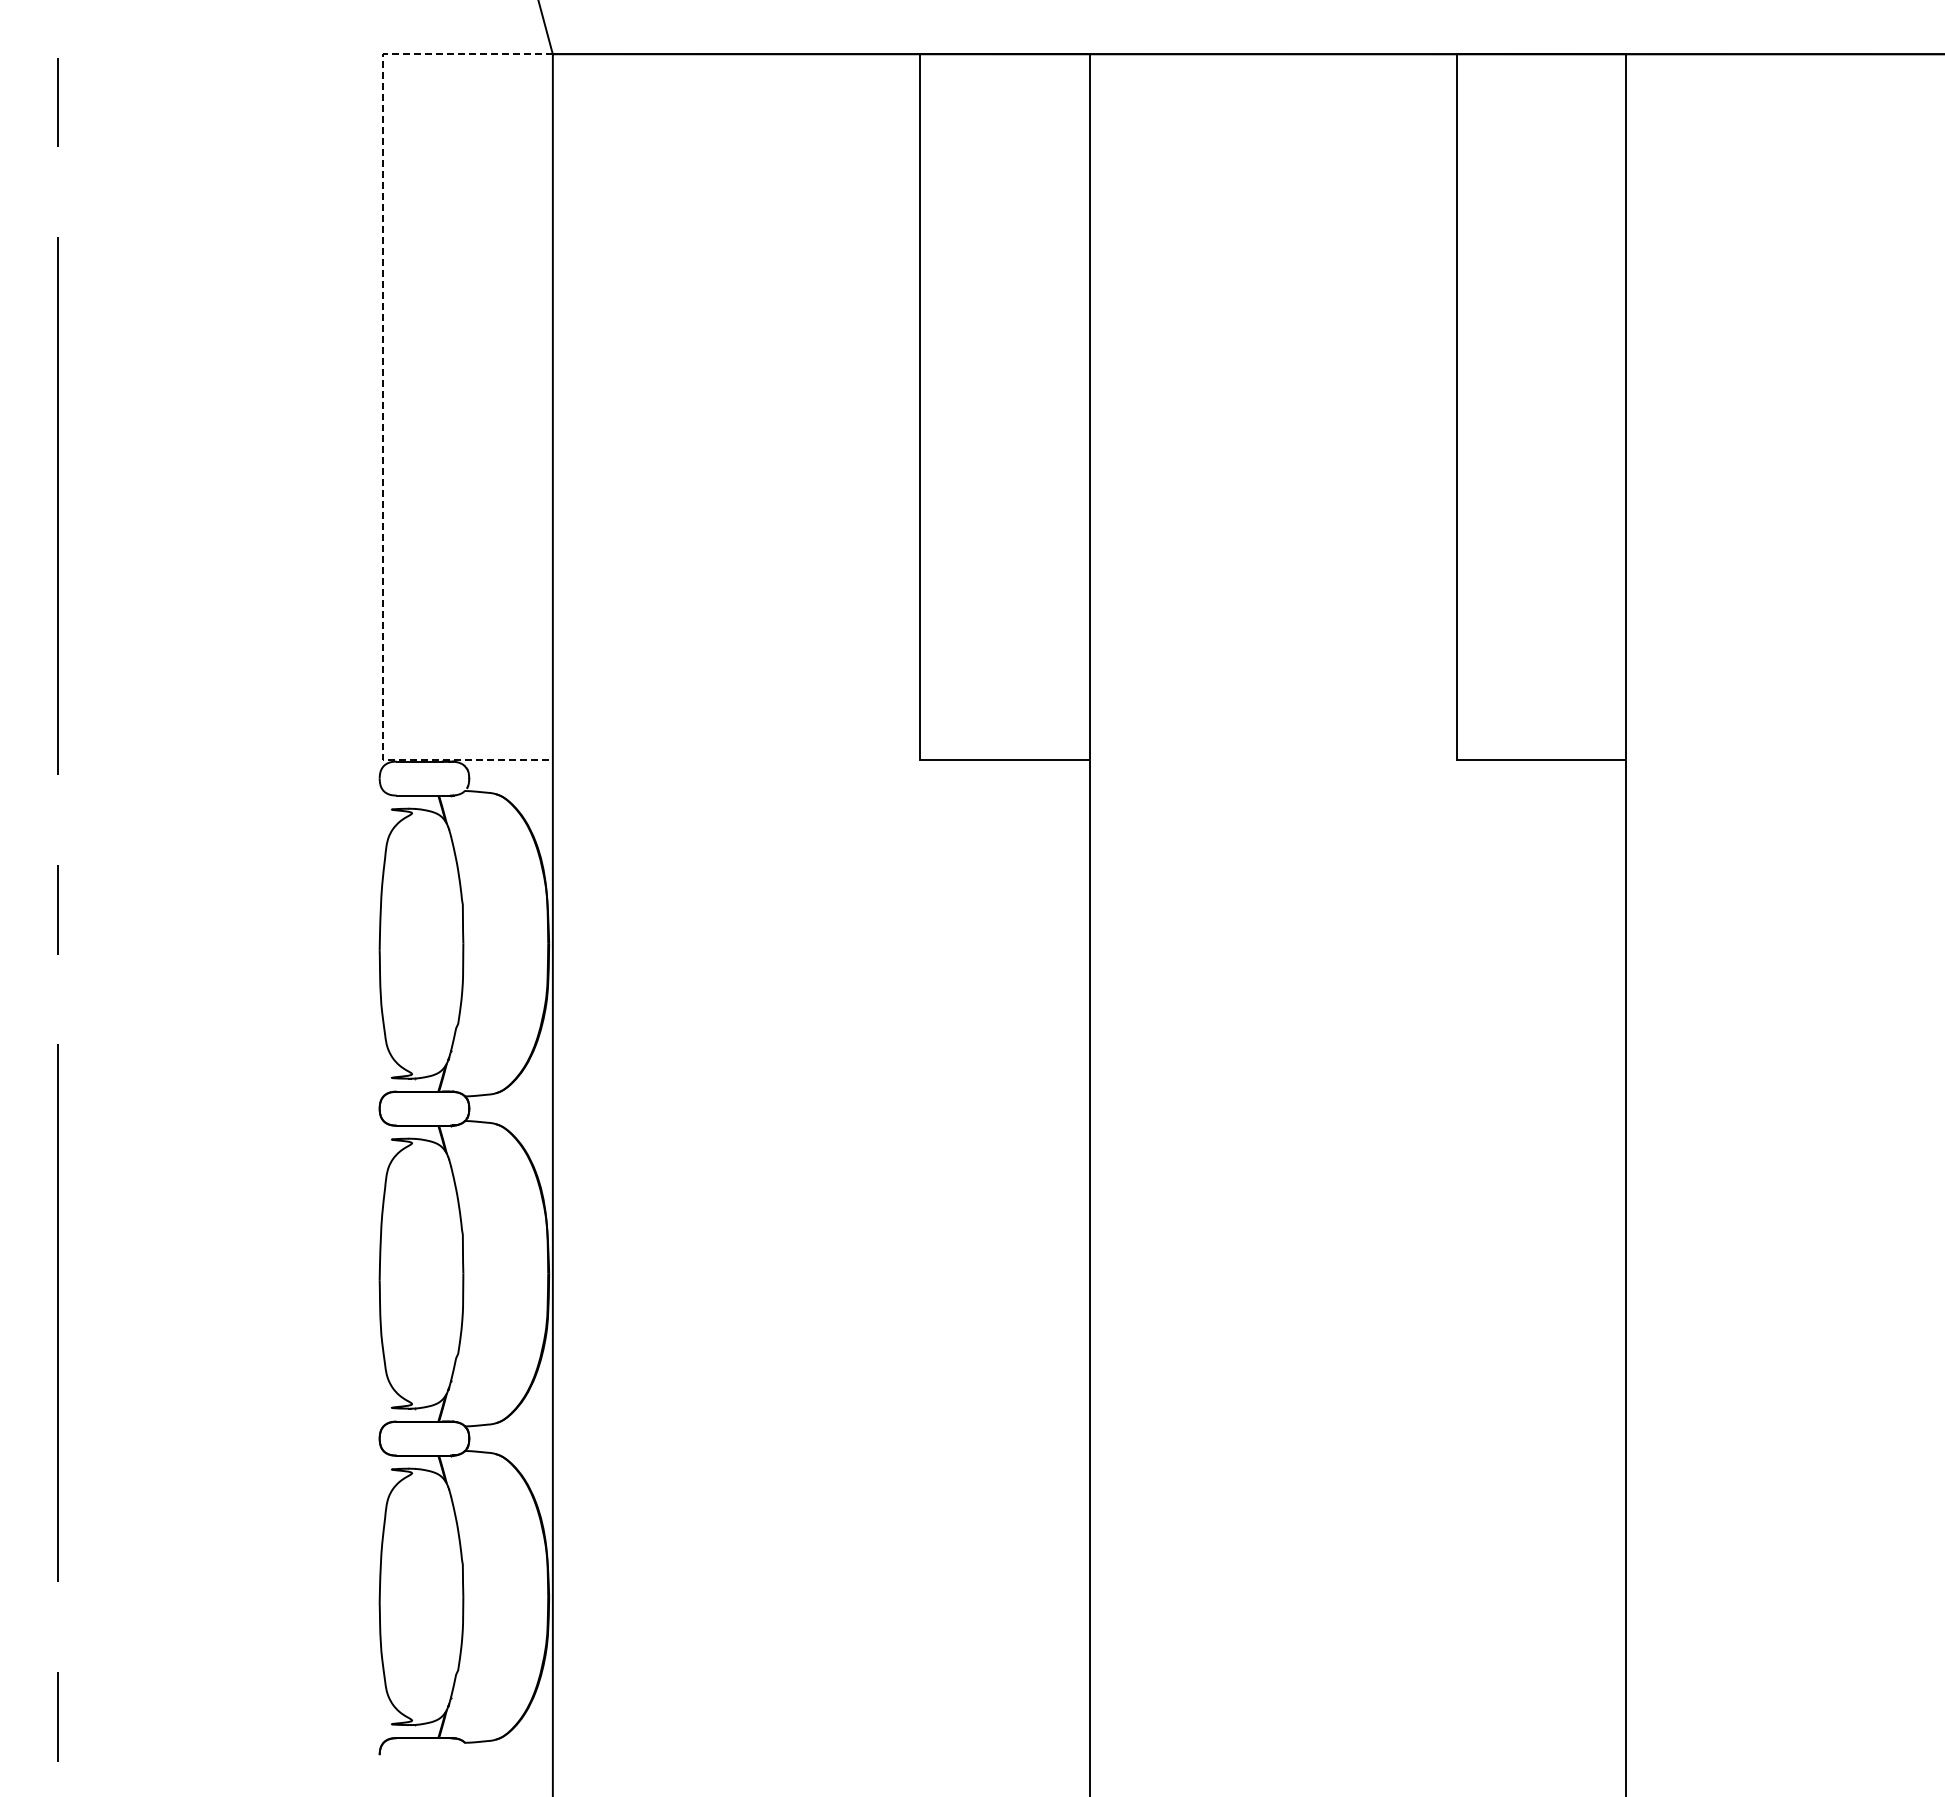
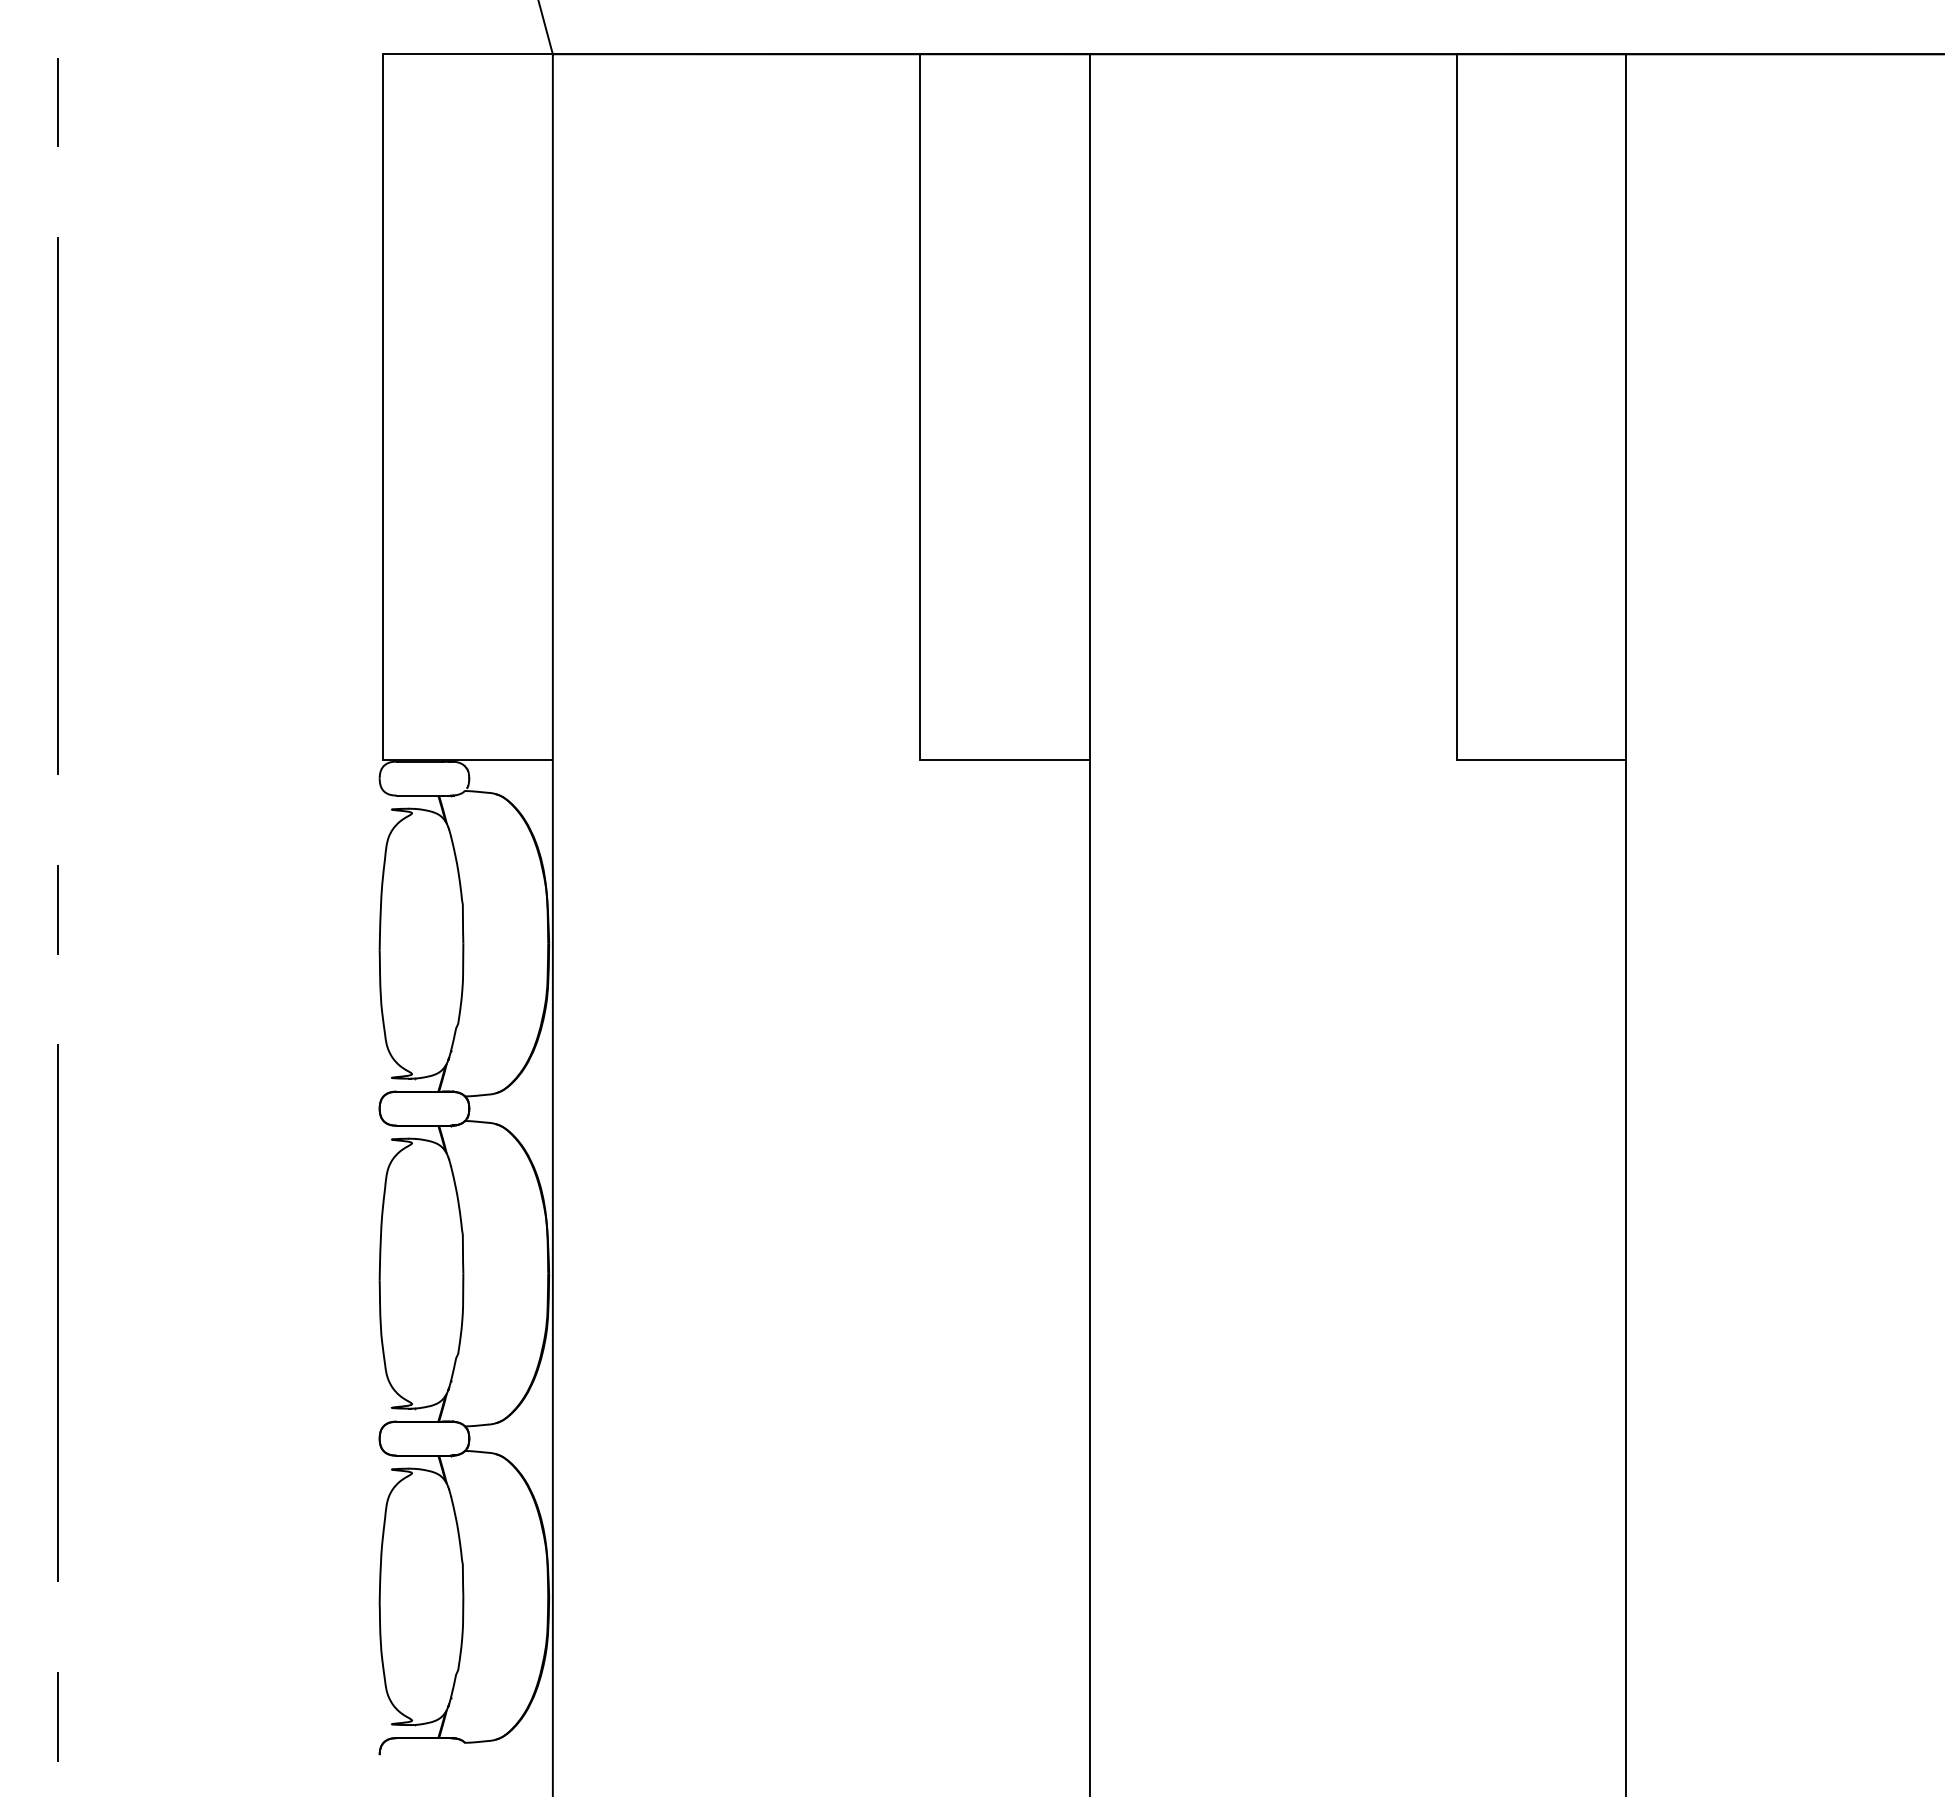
line at (383, 407): dashed -> solid
